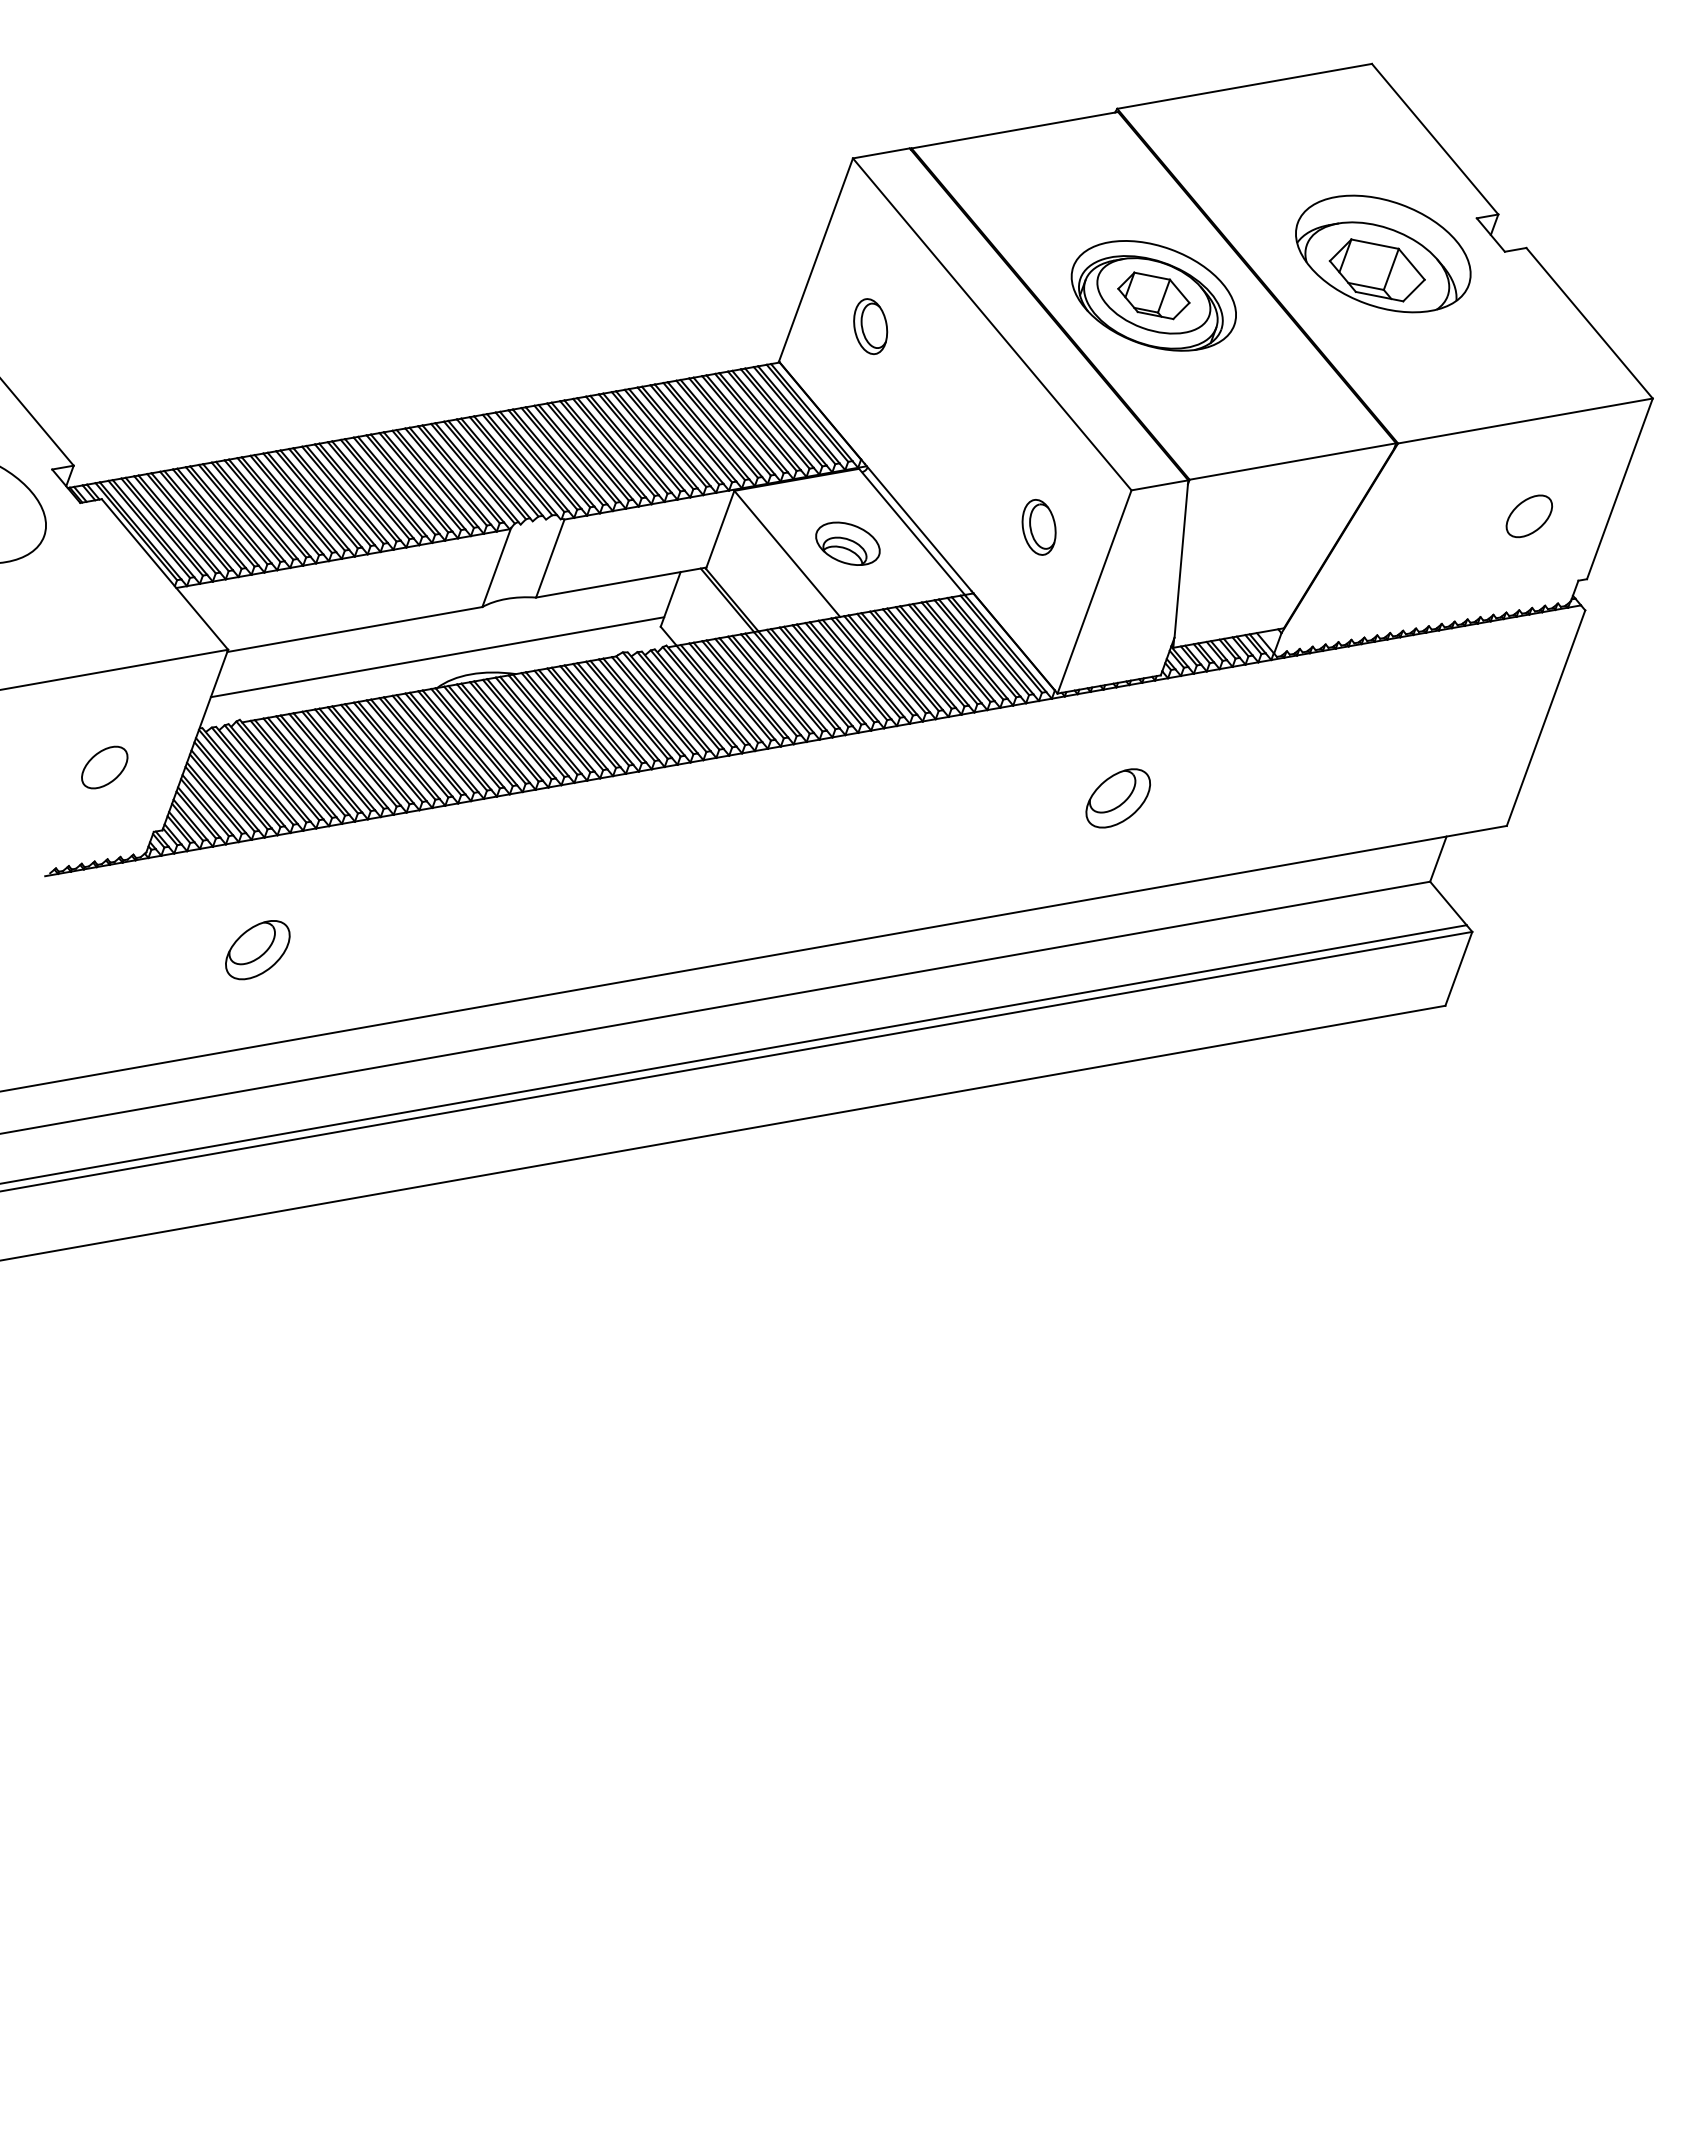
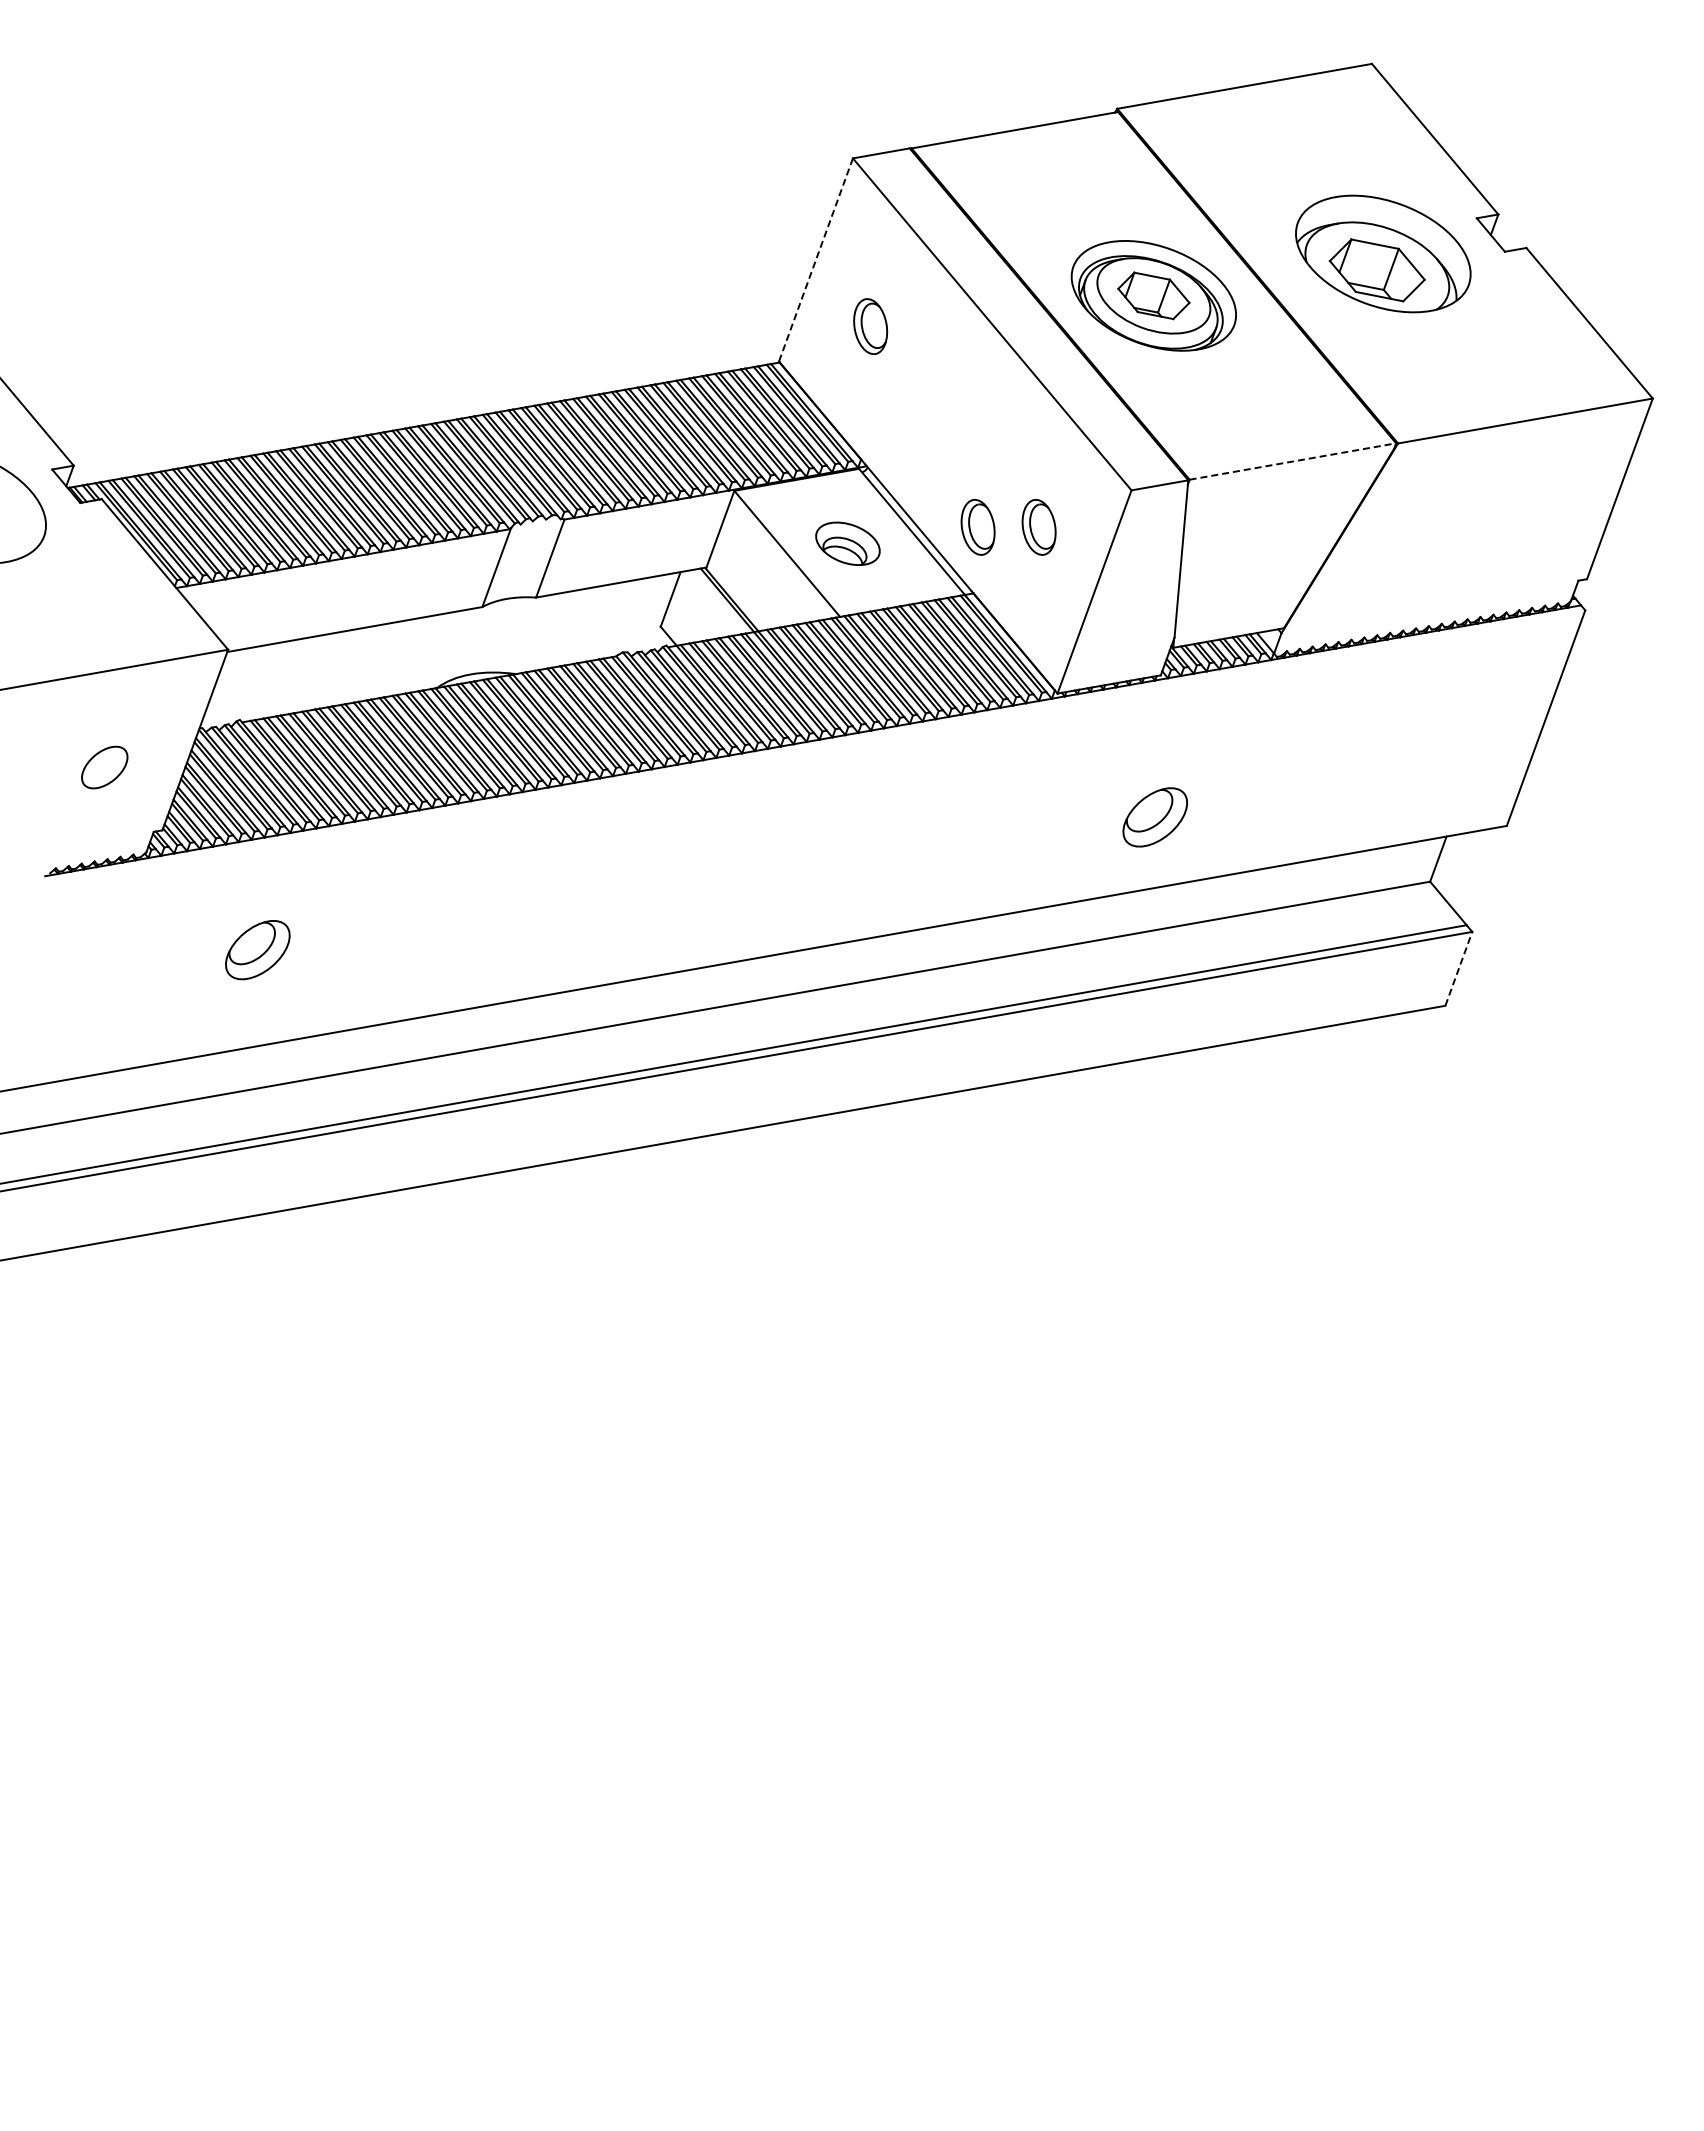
line at (815, 260): solid -> dashed
line at (1292, 461): solid -> dashed
part at (1529, 516): present -> none
part at (977, 527): none -> present
line at (437, 657): present -> none
part at (1117, 798) position: (1117, 798) -> (1154, 817)
line at (1459, 968): solid -> dashed
